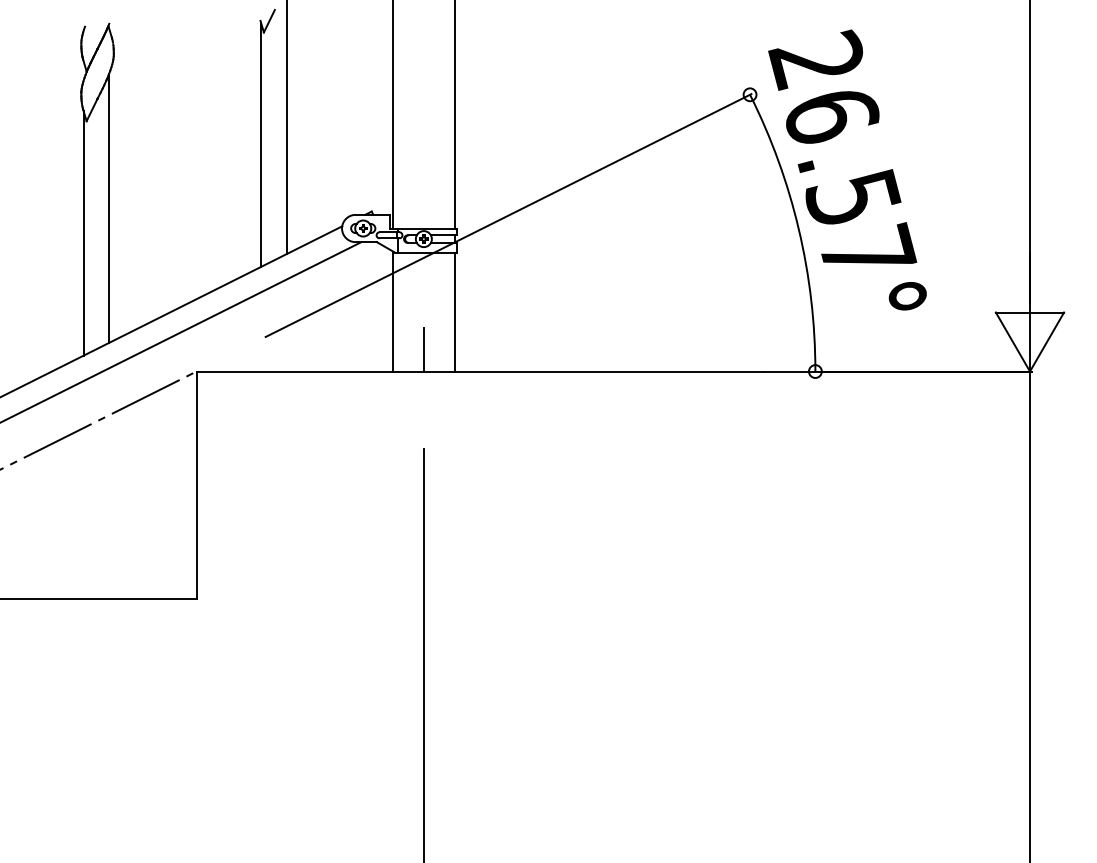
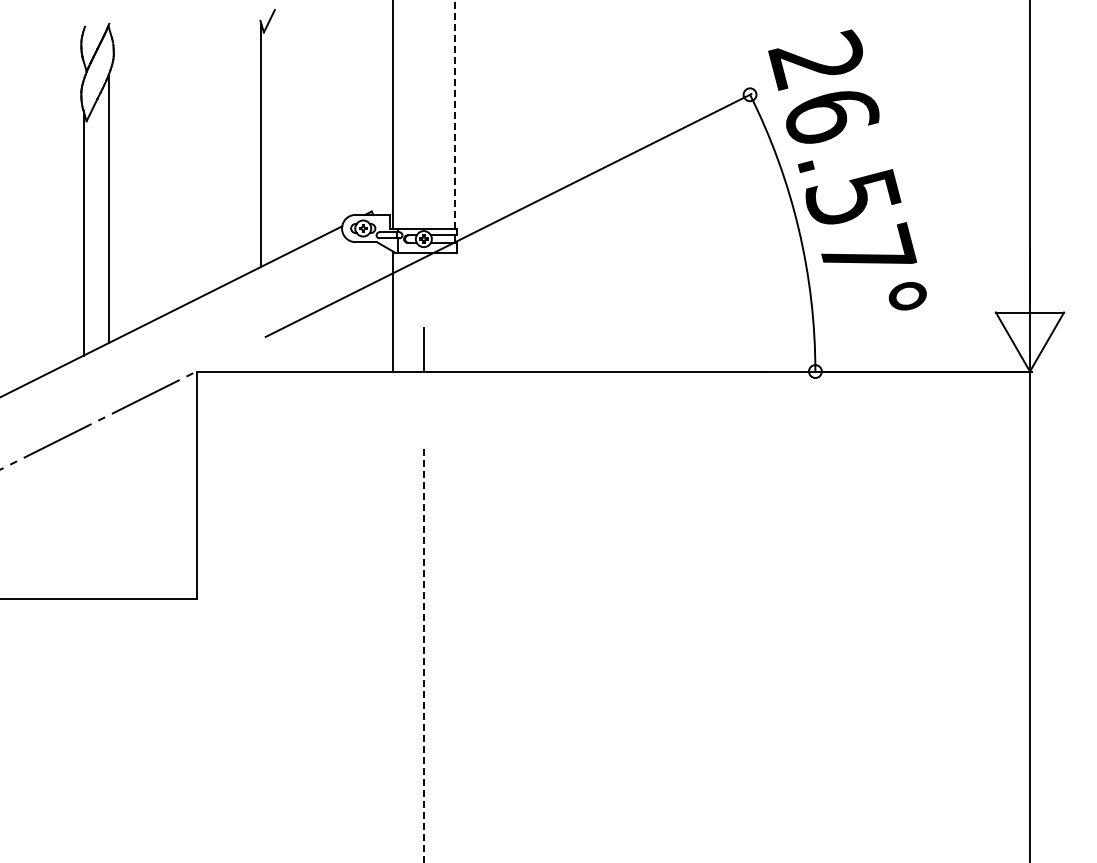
line at (454, 114): solid -> dashed
line at (286, 128): present -> none
line at (454, 311): present -> none
line at (181, 331): present -> none
line at (423, 655): solid -> dashed
